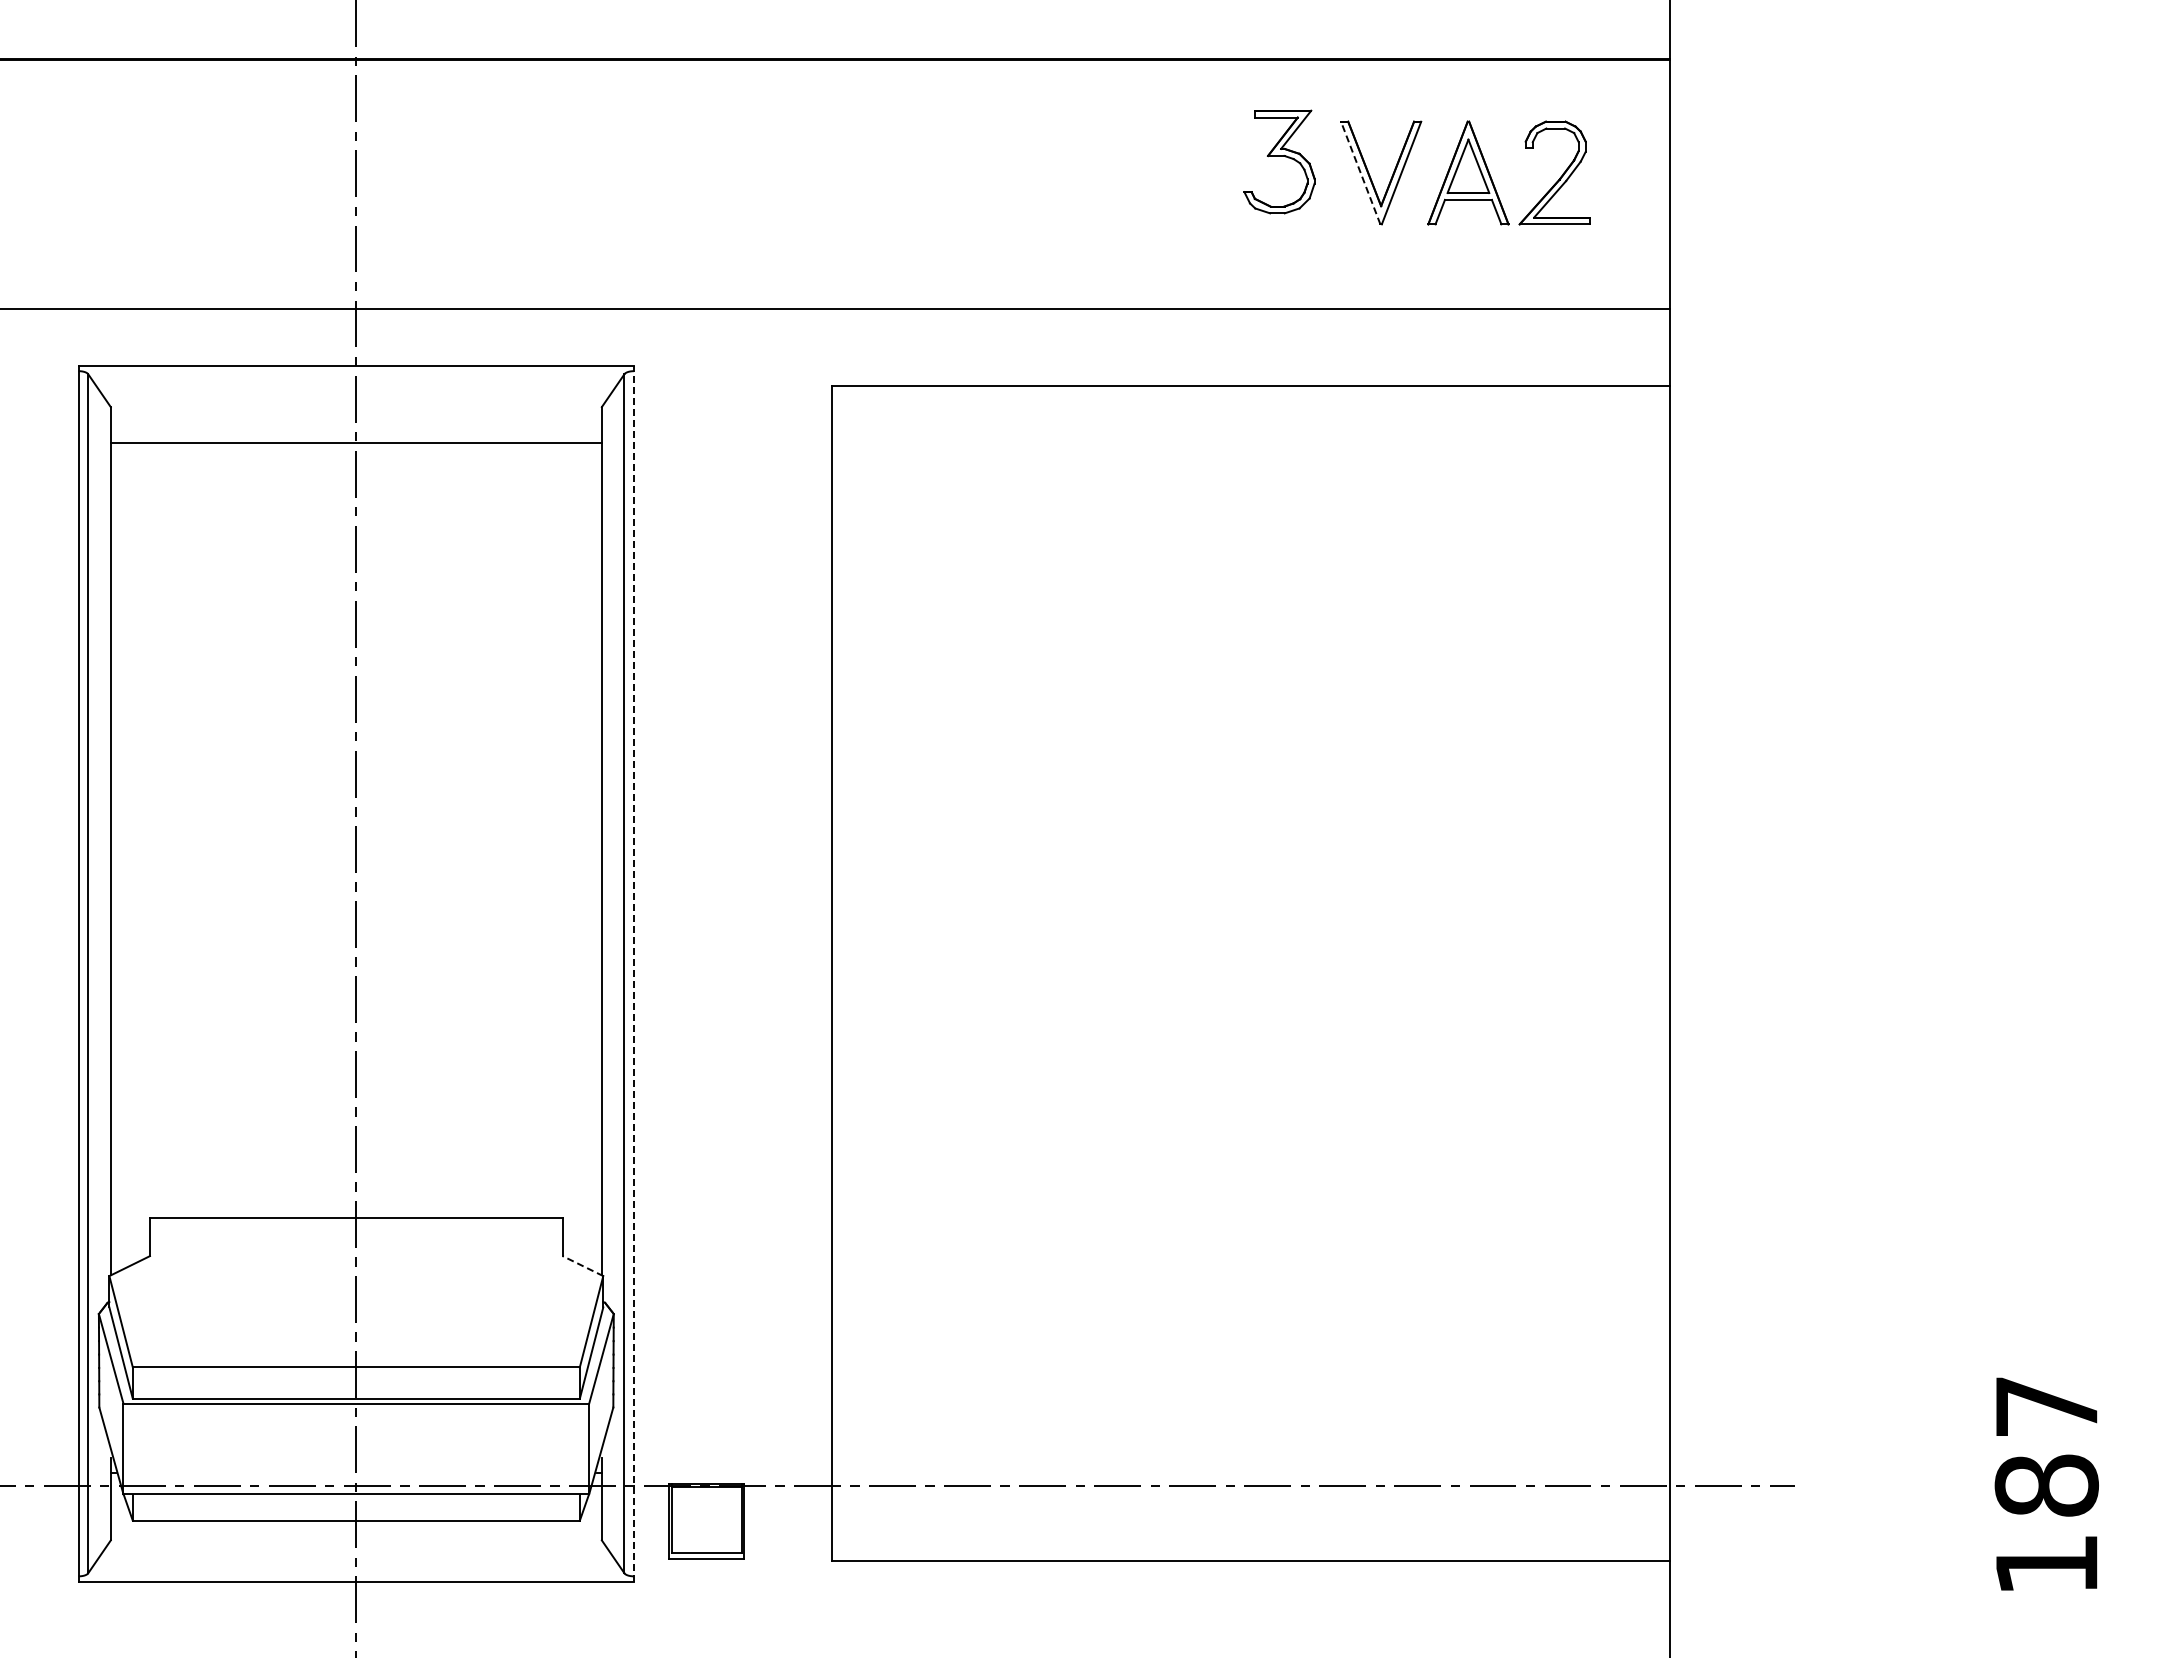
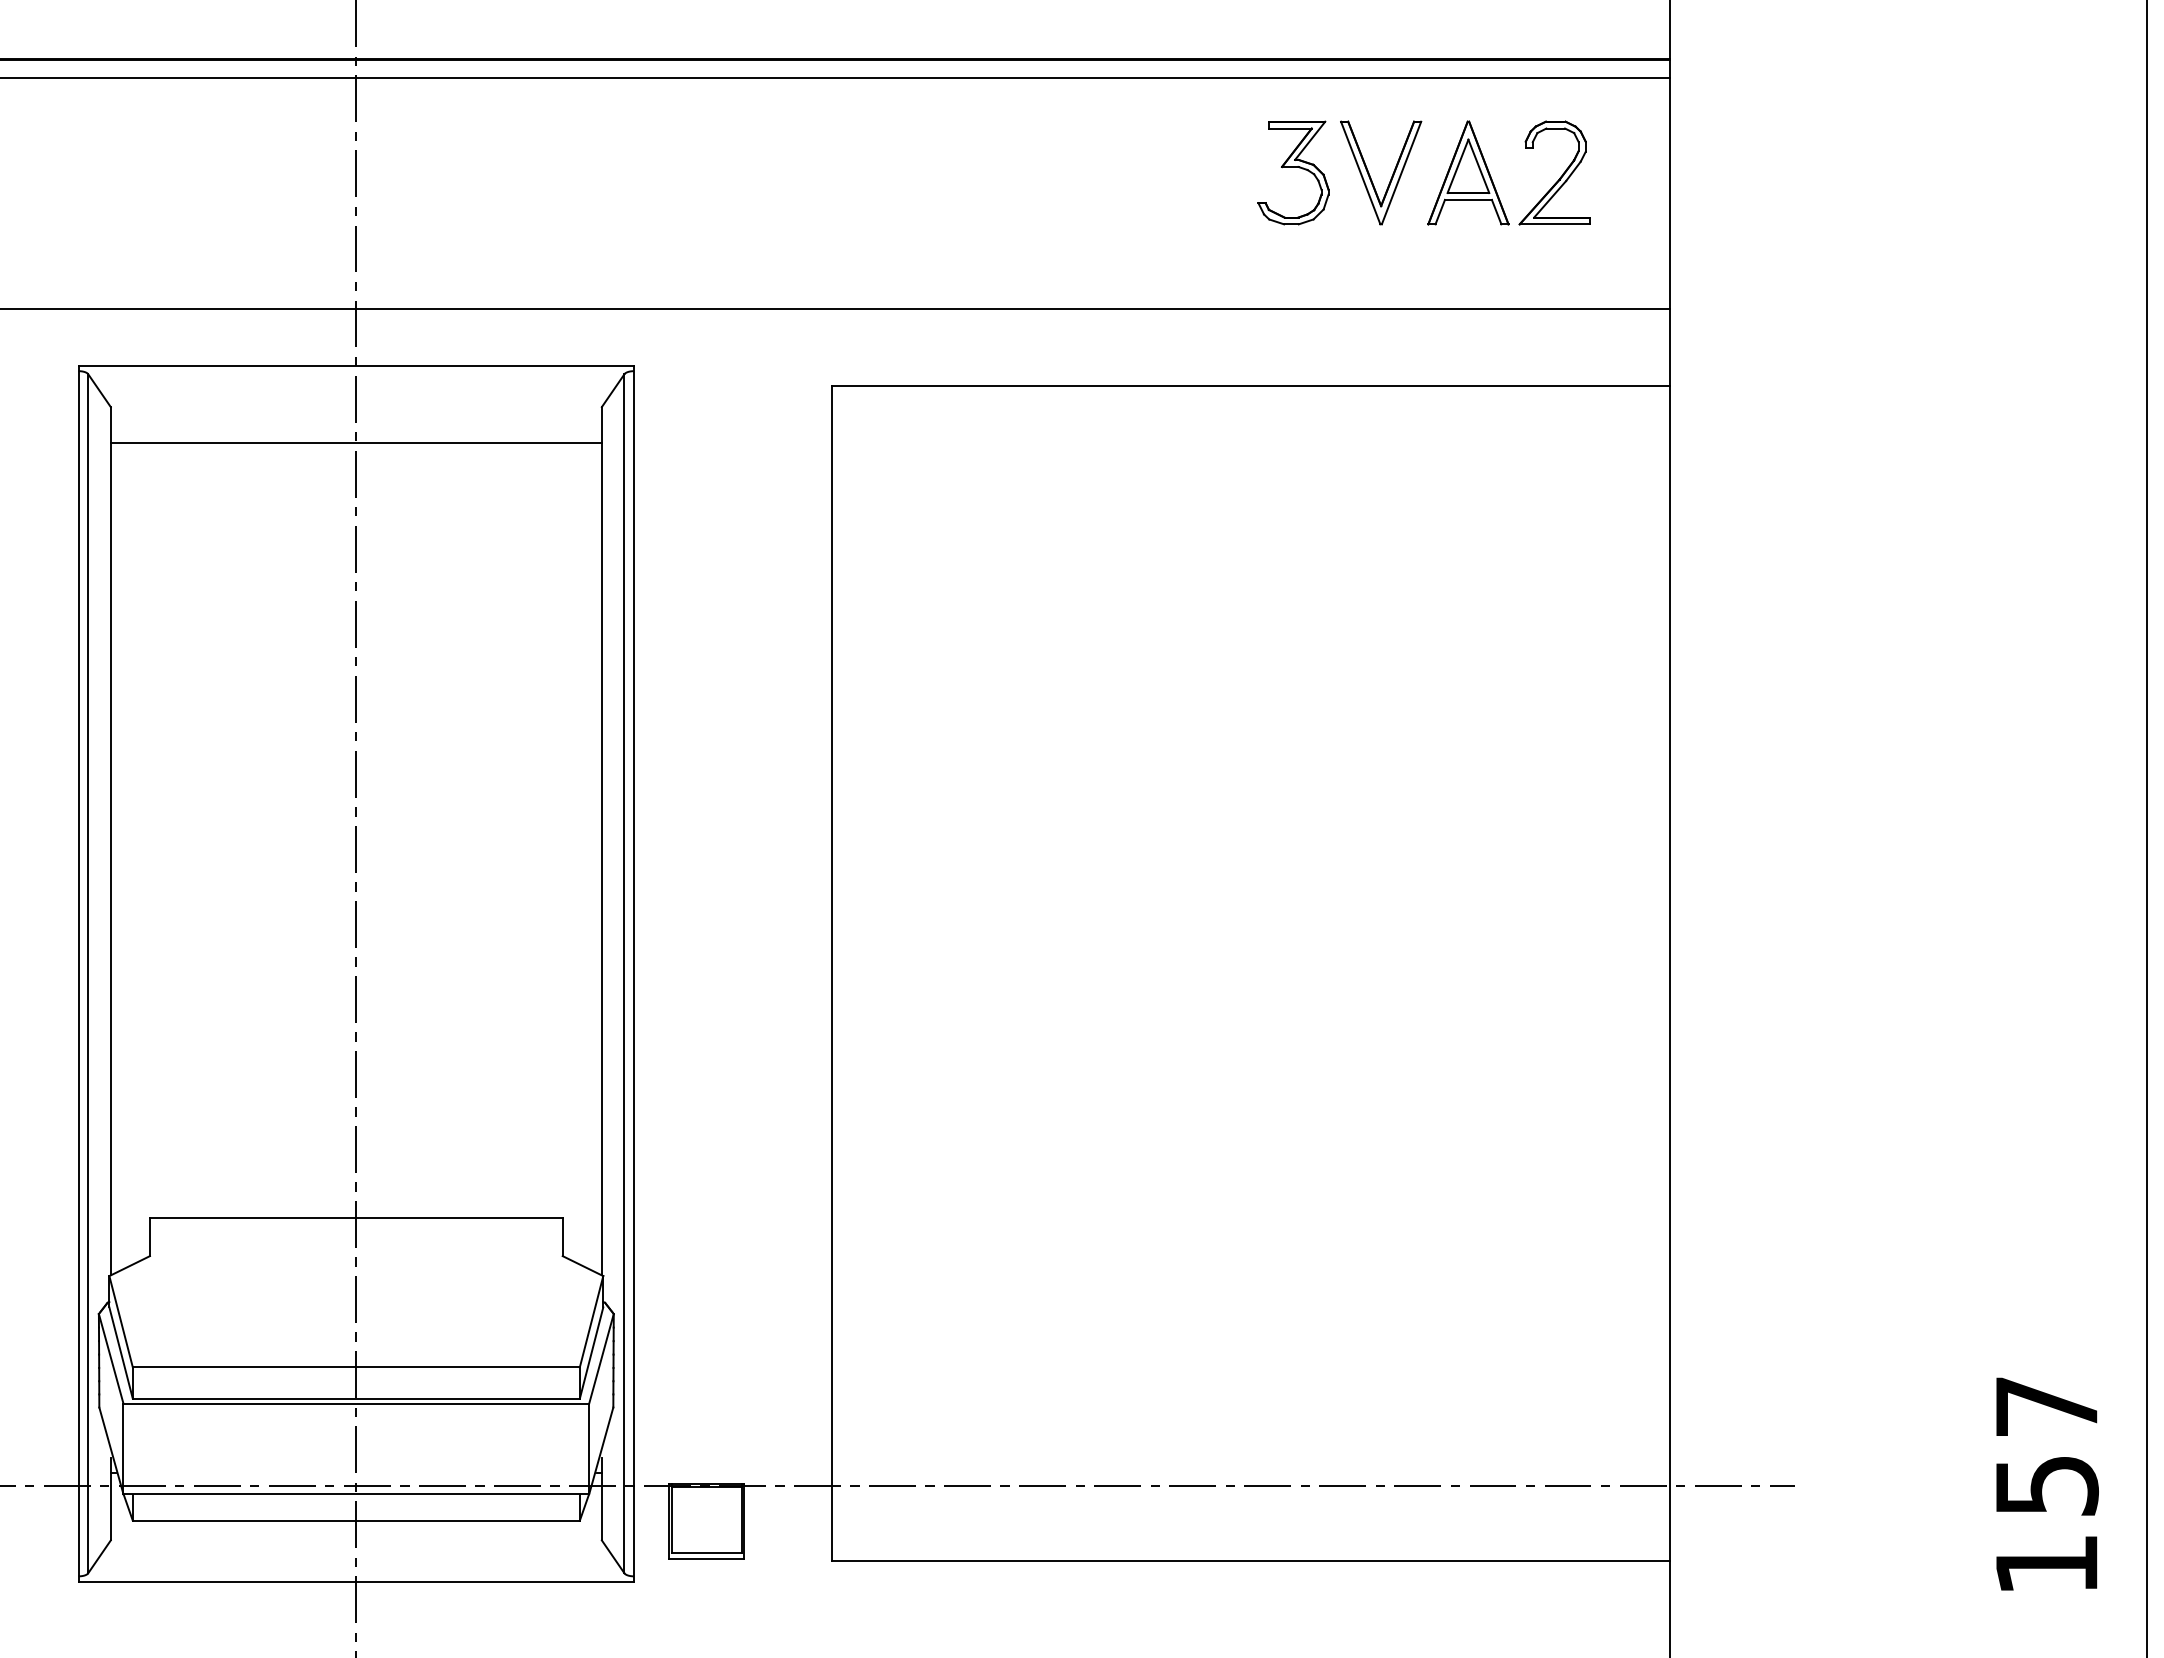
line at (835, 78): none -> present
part at (1279, 161) position: (1279, 161) -> (1293, 172)
line at (1360, 173): dashed -> solid
line at (2147, 828): none -> present
line at (634, 973): dashed -> solid
line at (583, 1266): dashed -> solid
text at (2046, 1485): 187 -> 157
